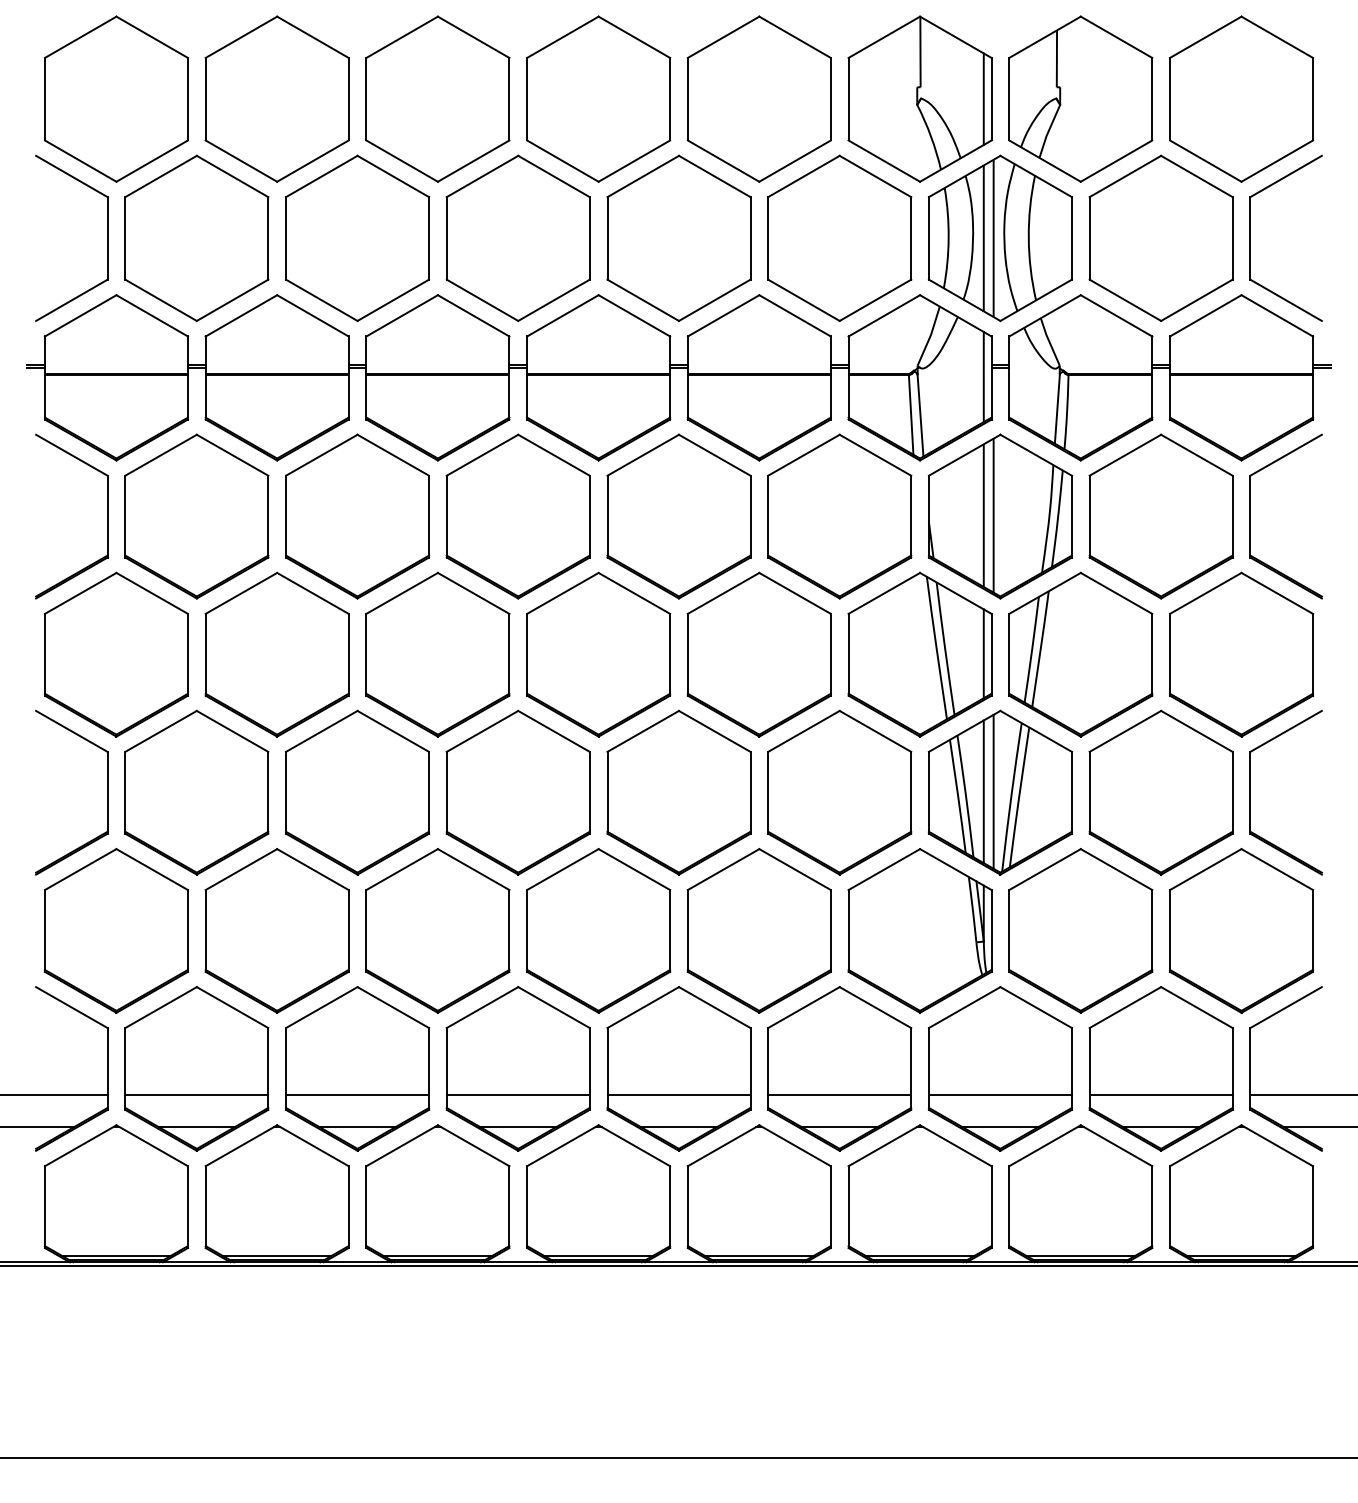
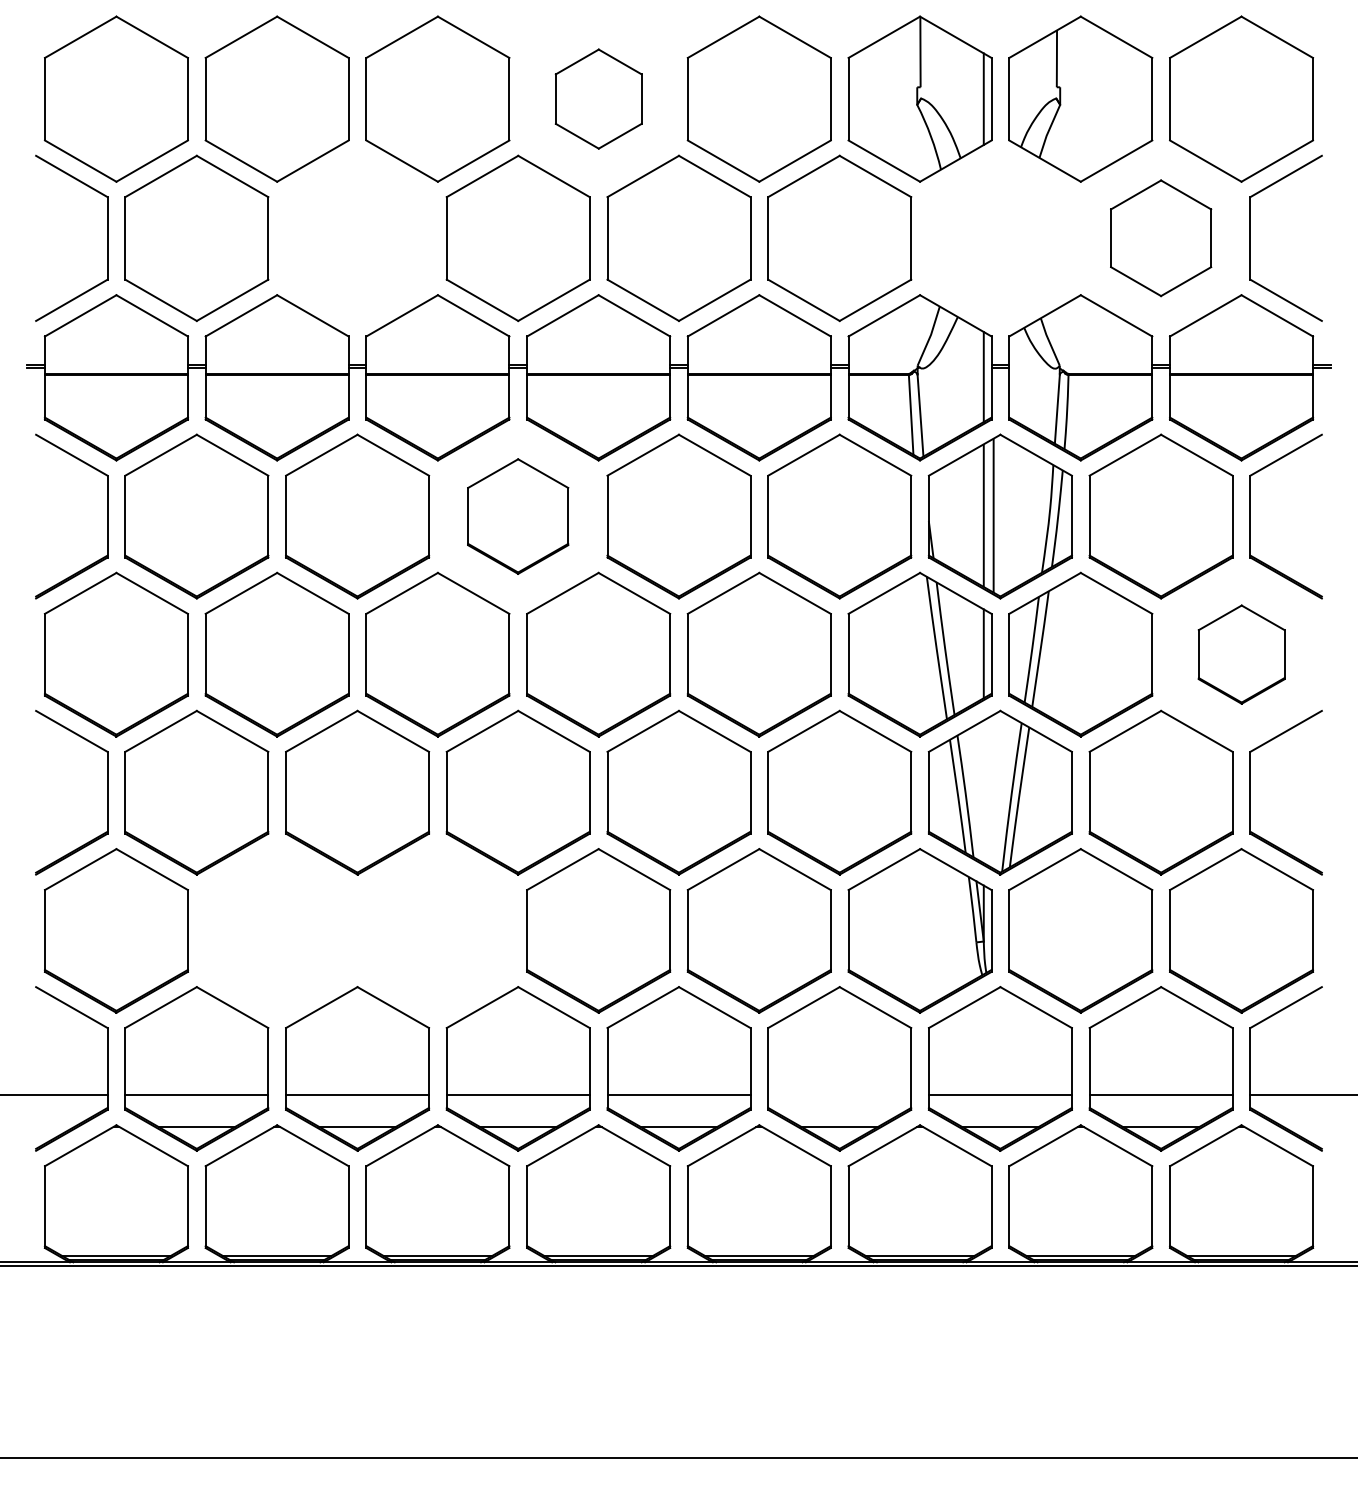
part at (598, 98) size: 146x168 px -> 89x102 px
part at (1160, 237) size: 146x168 px -> 103x119 px
part at (357, 238): present -> none
part at (1000, 238): present -> none
part at (517, 516) size: 146x167 px -> 103x117 px
part at (1241, 654) size: 146x167 px -> 89x101 px
line at (983, 791): present -> none
line at (993, 791): present -> none
part at (276, 930): present -> none
part at (437, 930): present -> none
line at (839, 1094): present -> none
line at (38, 1126): present -> none
line at (1318, 1126): present -> none
